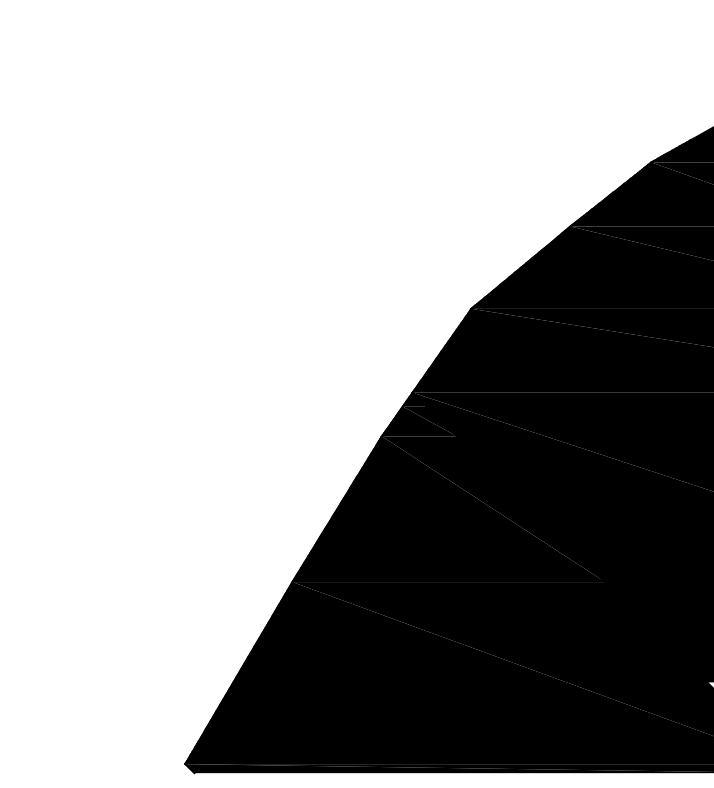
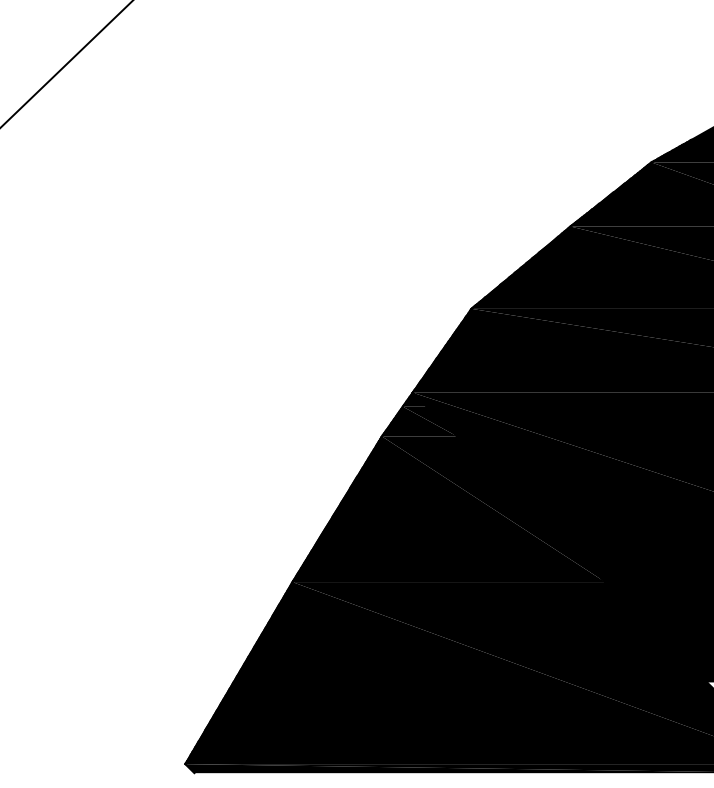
line at (66, 64): none -> present
